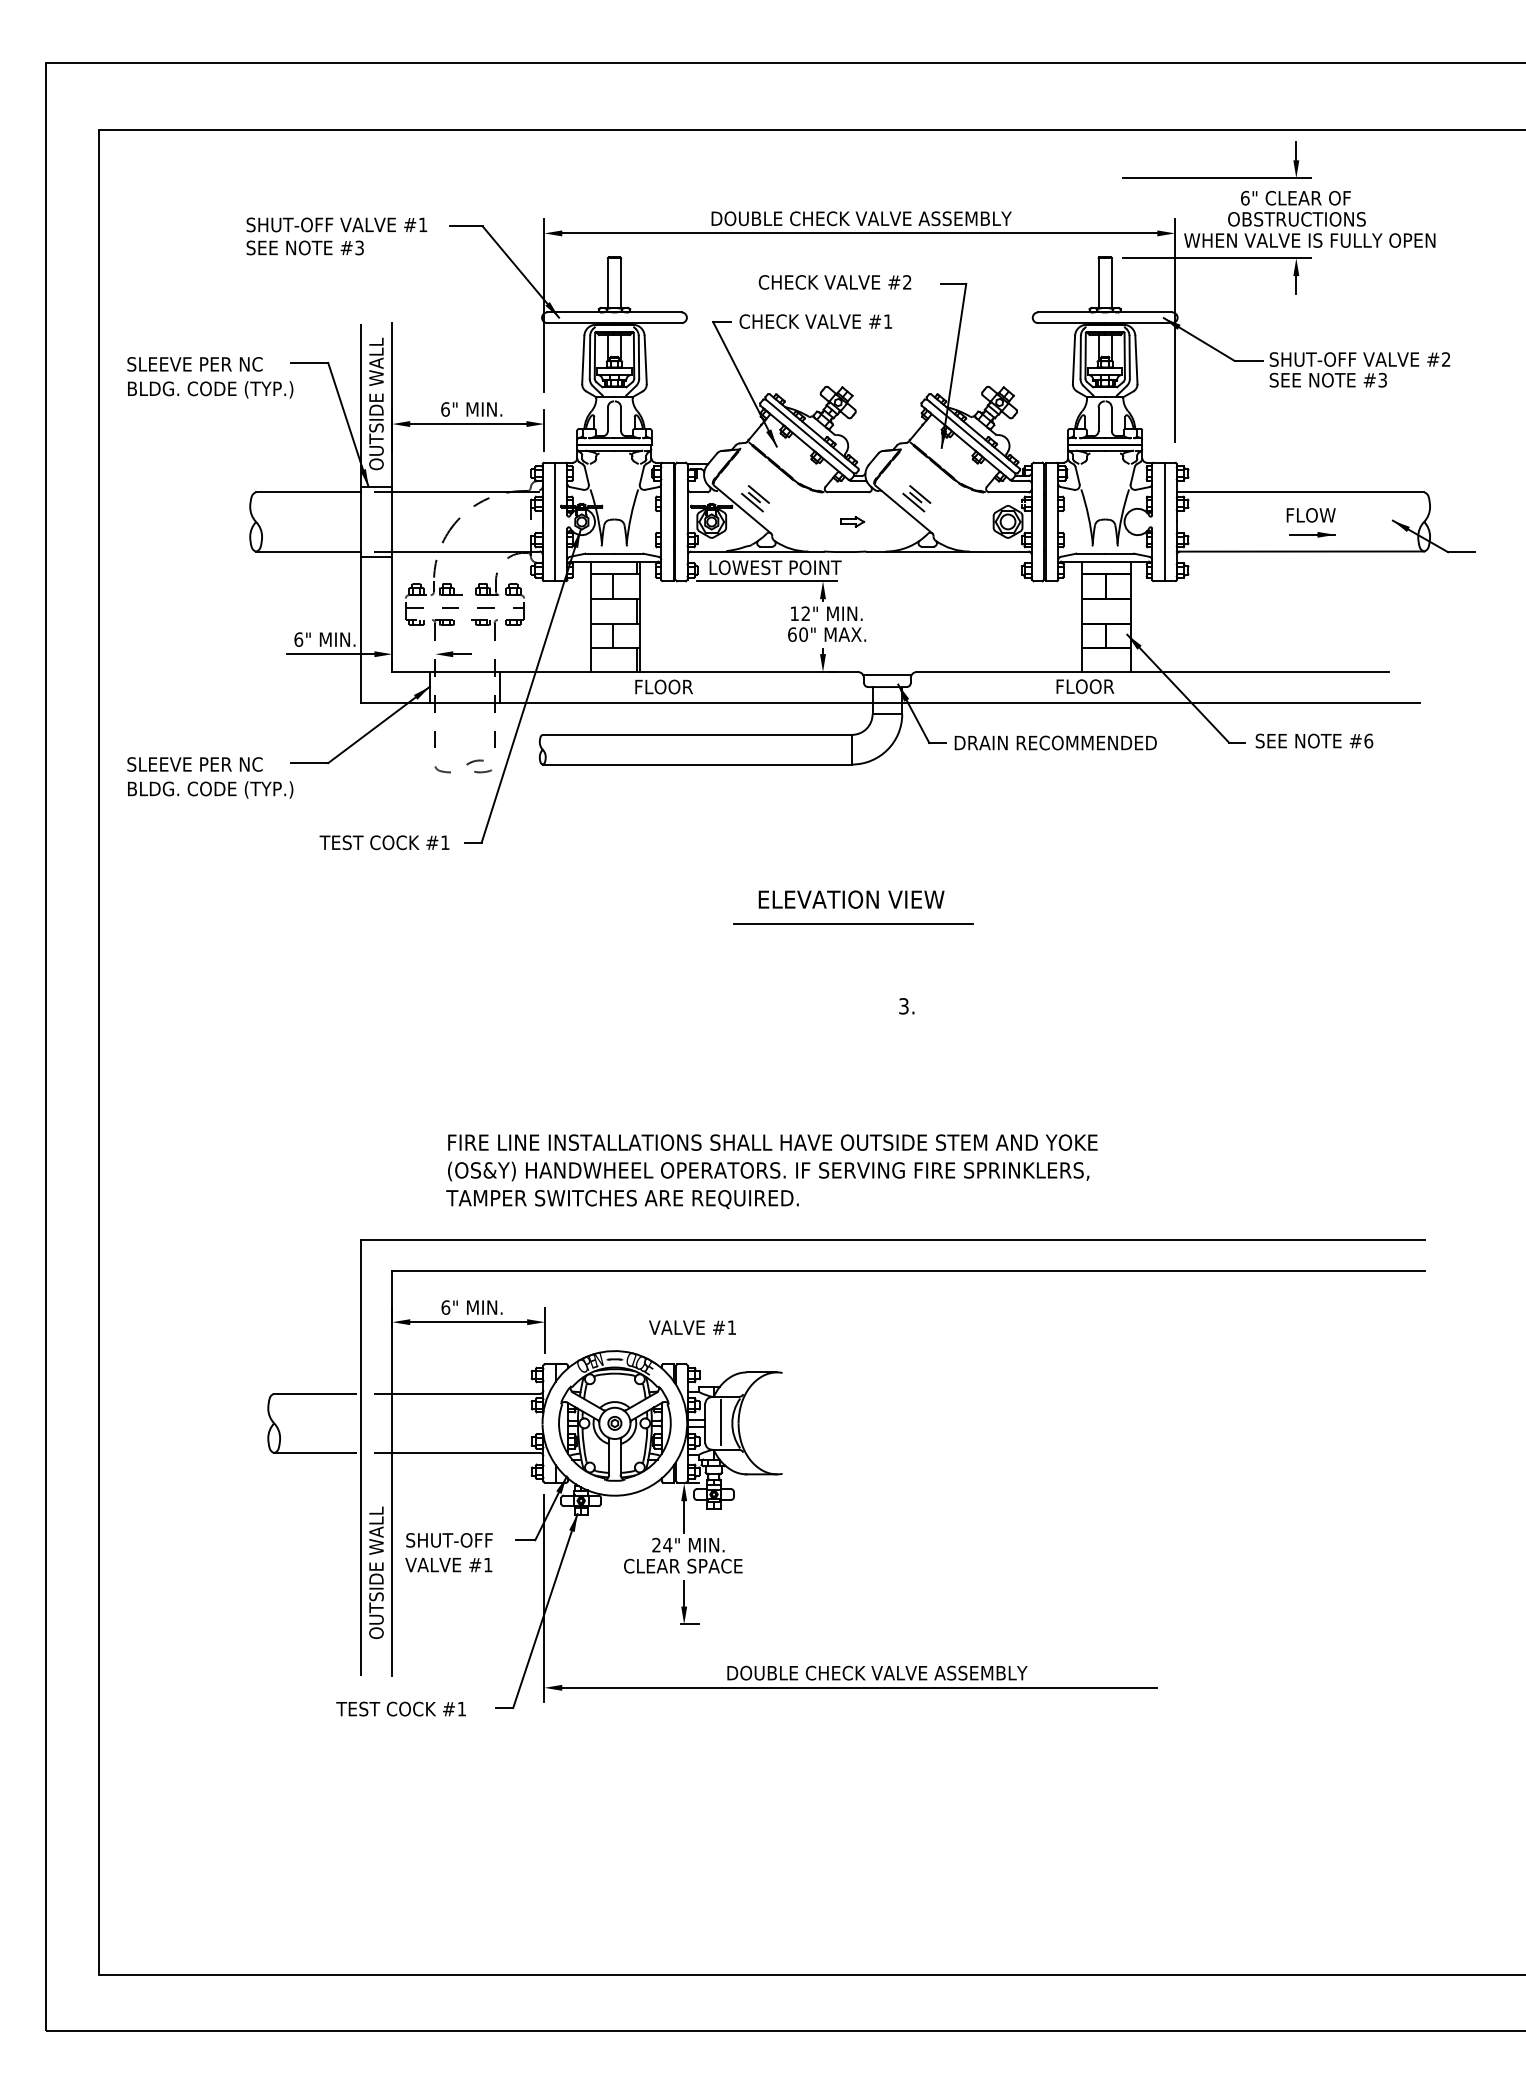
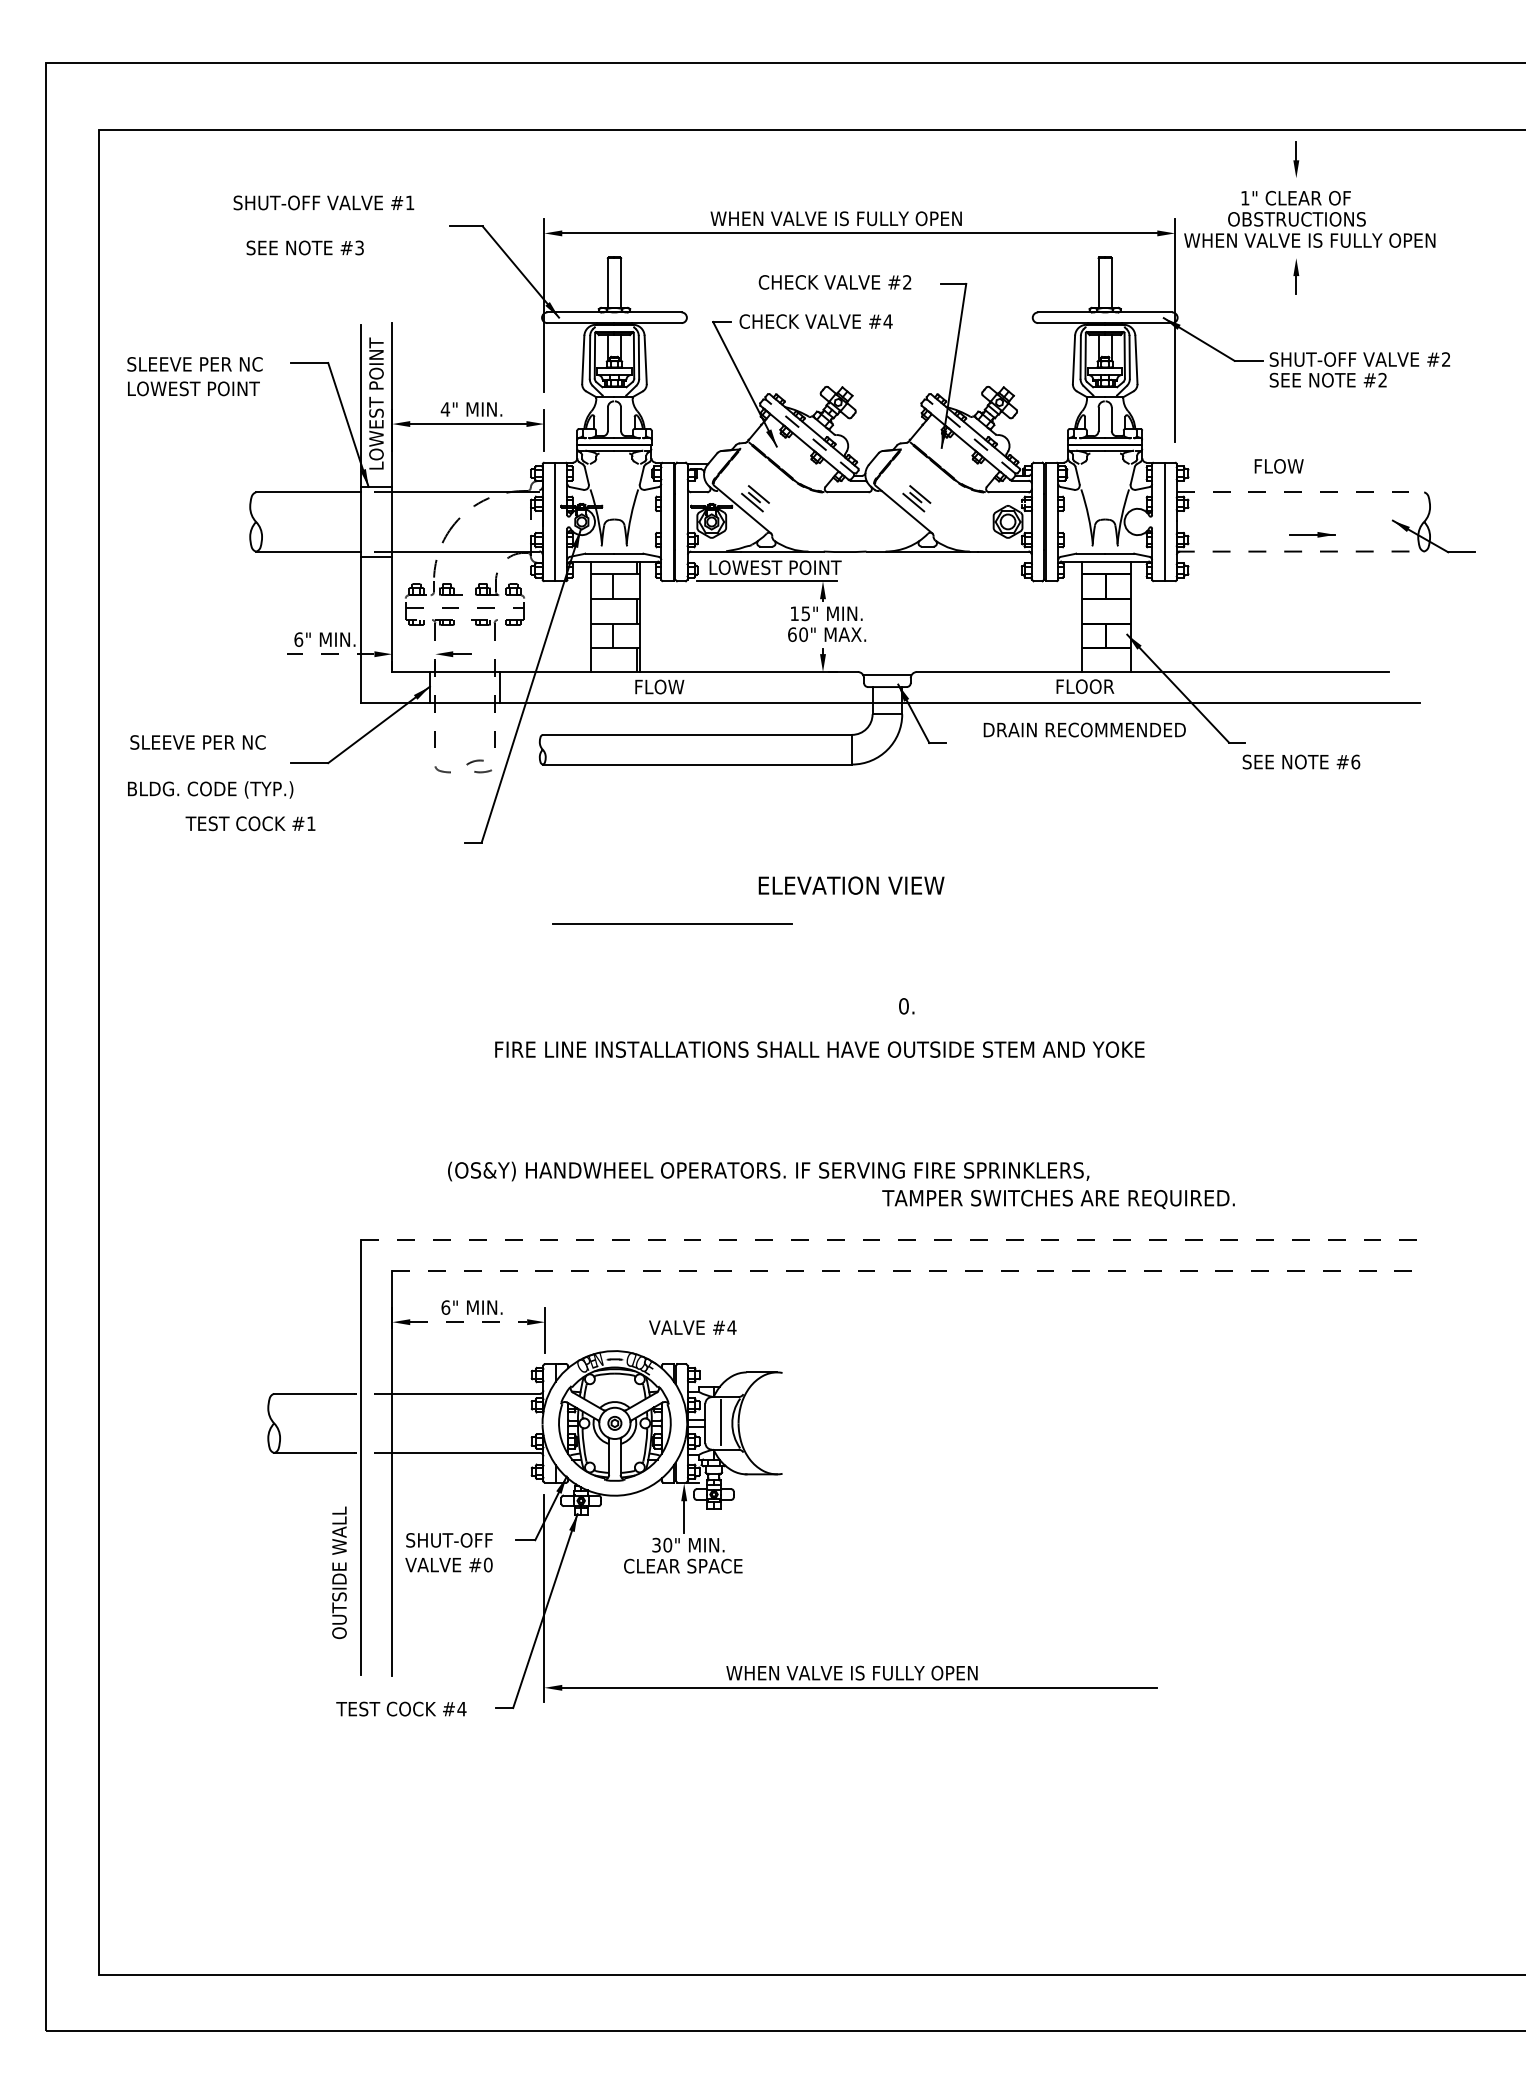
line at (1216, 178): present -> none
text at (1245, 197): 6" -> 1"
text at (860, 218): DOUBLE CHECK VALVE ASSEMBLY -> WHEN VALVE IS FULLY OPEN
text at (336, 224) position: (336, 224) -> (323, 202)
line at (1216, 258): present -> none
text at (887, 321): #1 -> #4
text at (1382, 380): #3 -> #2
text at (211, 389): BLDG. CODE (TYP.) -> LOWEST POINT
text at (376, 403): OUTSIDE WALL -> LOWEST POINT
text at (445, 409): 6" -> 4"
line at (809, 436): solid -> dashed
line at (972, 437): solid -> dashed
line at (1300, 492): solid -> dashed
text at (1310, 515) position: (1310, 515) -> (1278, 466)
part at (852, 521): present -> none
line at (1300, 551): solid -> dashed
text at (805, 613): 12" -> 15"
line at (330, 654): solid -> dashed
text at (680, 686): FLOOR -> FLOW
text at (1314, 740) position: (1314, 740) -> (1301, 761)
text at (1055, 742) position: (1055, 742) -> (1084, 729)
text at (194, 764) position: (194, 764) -> (197, 742)
text at (384, 842) position: (384, 842) -> (250, 823)
text at (851, 899) position: (851, 899) -> (851, 885)
line at (853, 923) position: (853, 923) -> (672, 923)
text at (903, 1006): 3. -> 0.
text at (772, 1142) position: (772, 1142) -> (819, 1049)
text at (622, 1199) position: (622, 1199) -> (1058, 1199)
line at (893, 1240): solid -> dashed
line at (909, 1271): solid -> dashed
line at (469, 1322): solid -> dashed
text at (731, 1327): #1 -> #4
text at (662, 1544): 24" -> 30"
text at (488, 1564): #1 -> #0
text at (376, 1572) position: (376, 1572) -> (339, 1572)
part at (689, 1602): present -> none
text at (876, 1672): DOUBLE CHECK VALVE ASSEMBLY -> WHEN VALVE IS FULLY OPEN
text at (461, 1709): #1 -> #4
